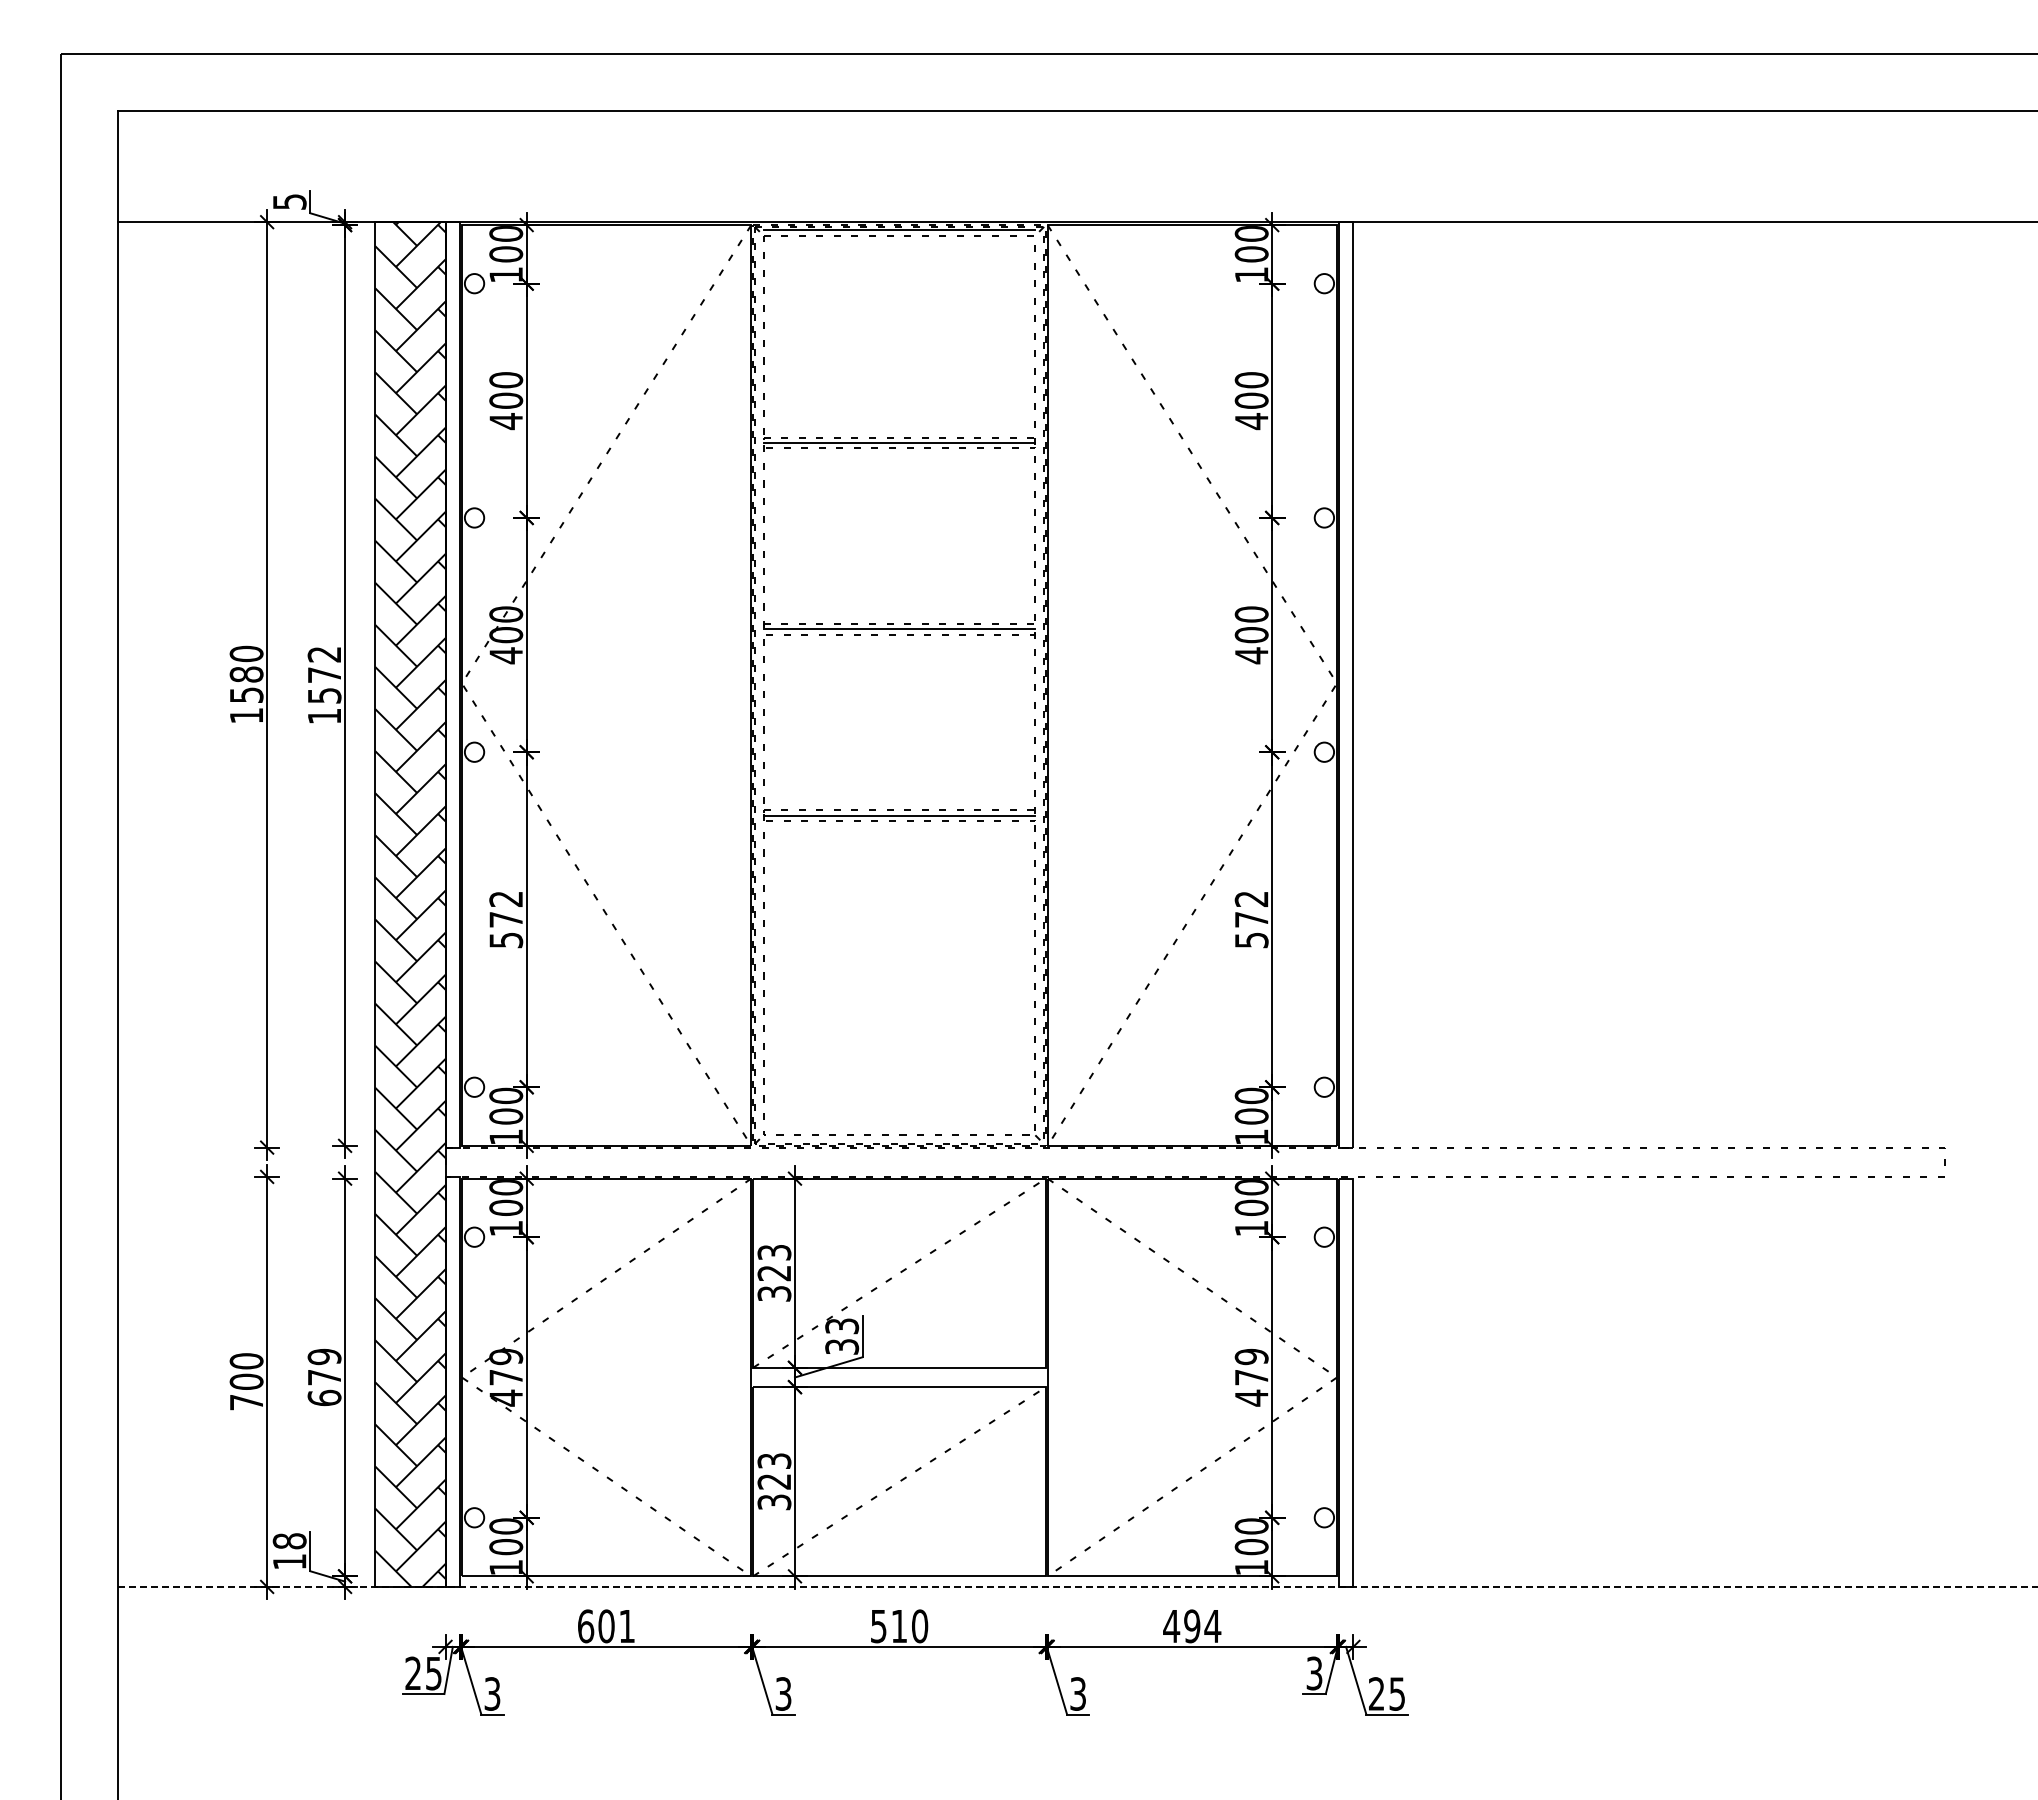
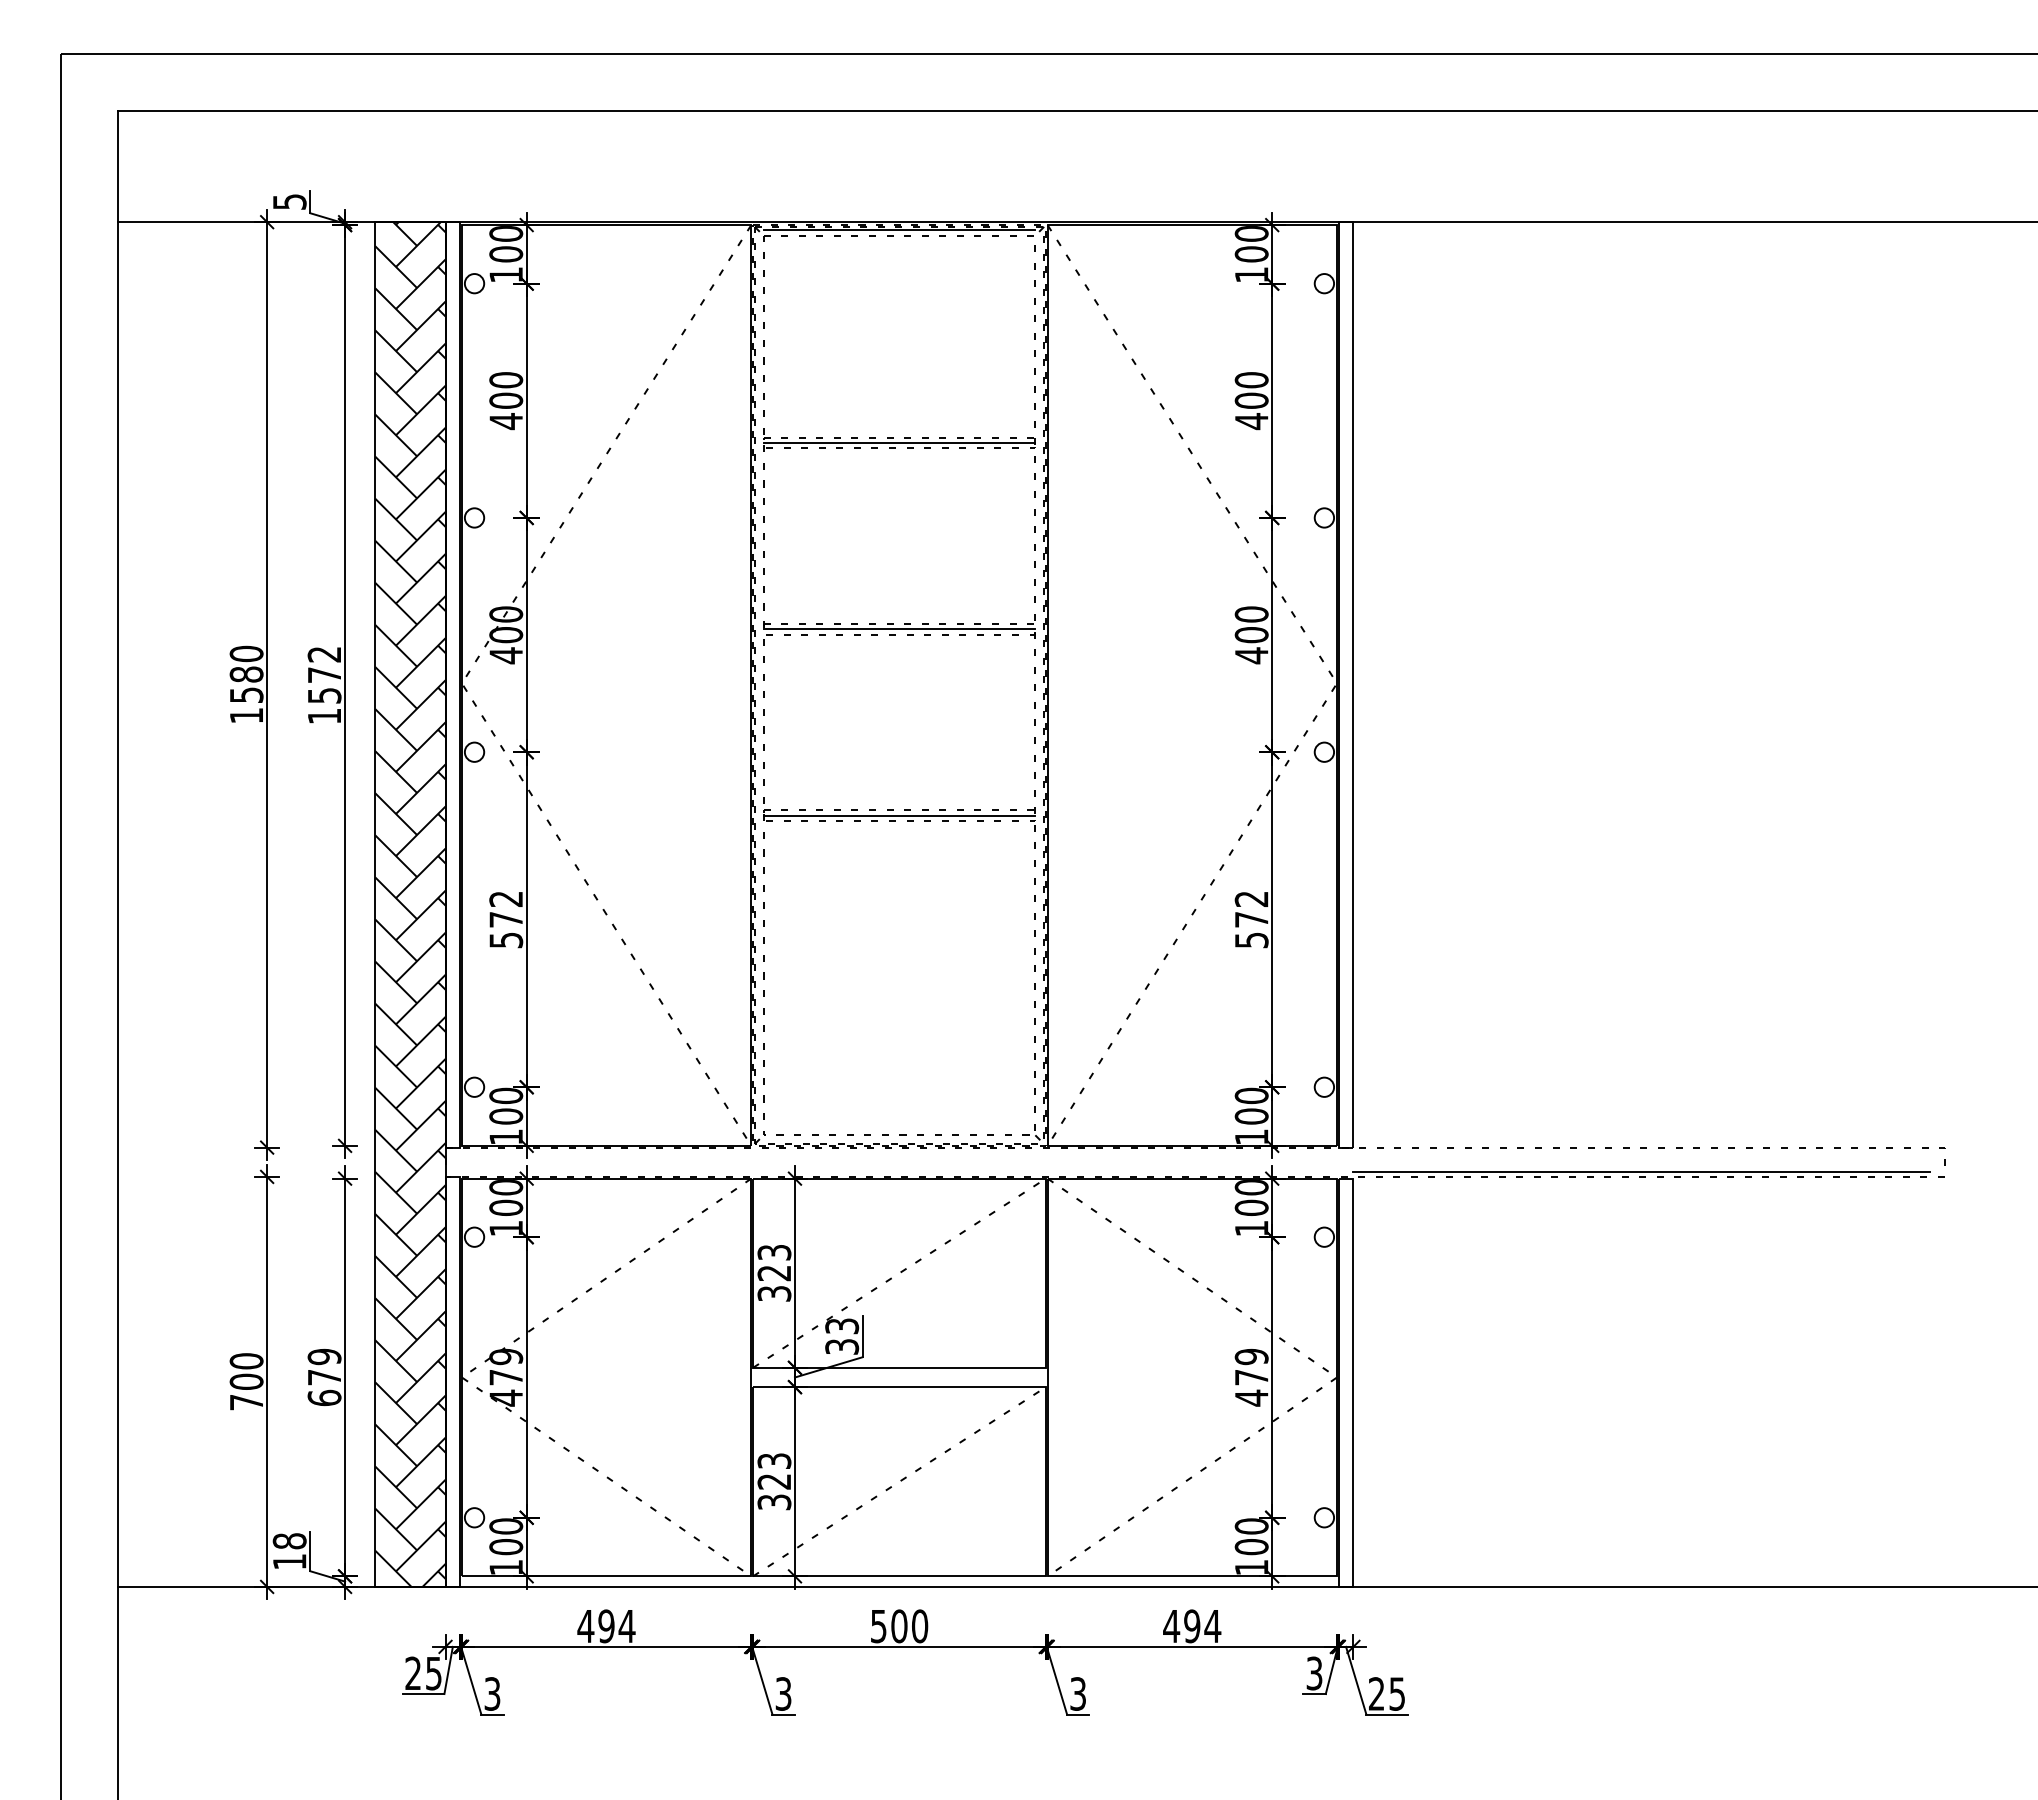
line at (1641, 1171): none -> present
line at (1077, 1586): dashed -> solid
text at (606, 1626): 601 -> 494
text at (899, 1626): 510 -> 500
